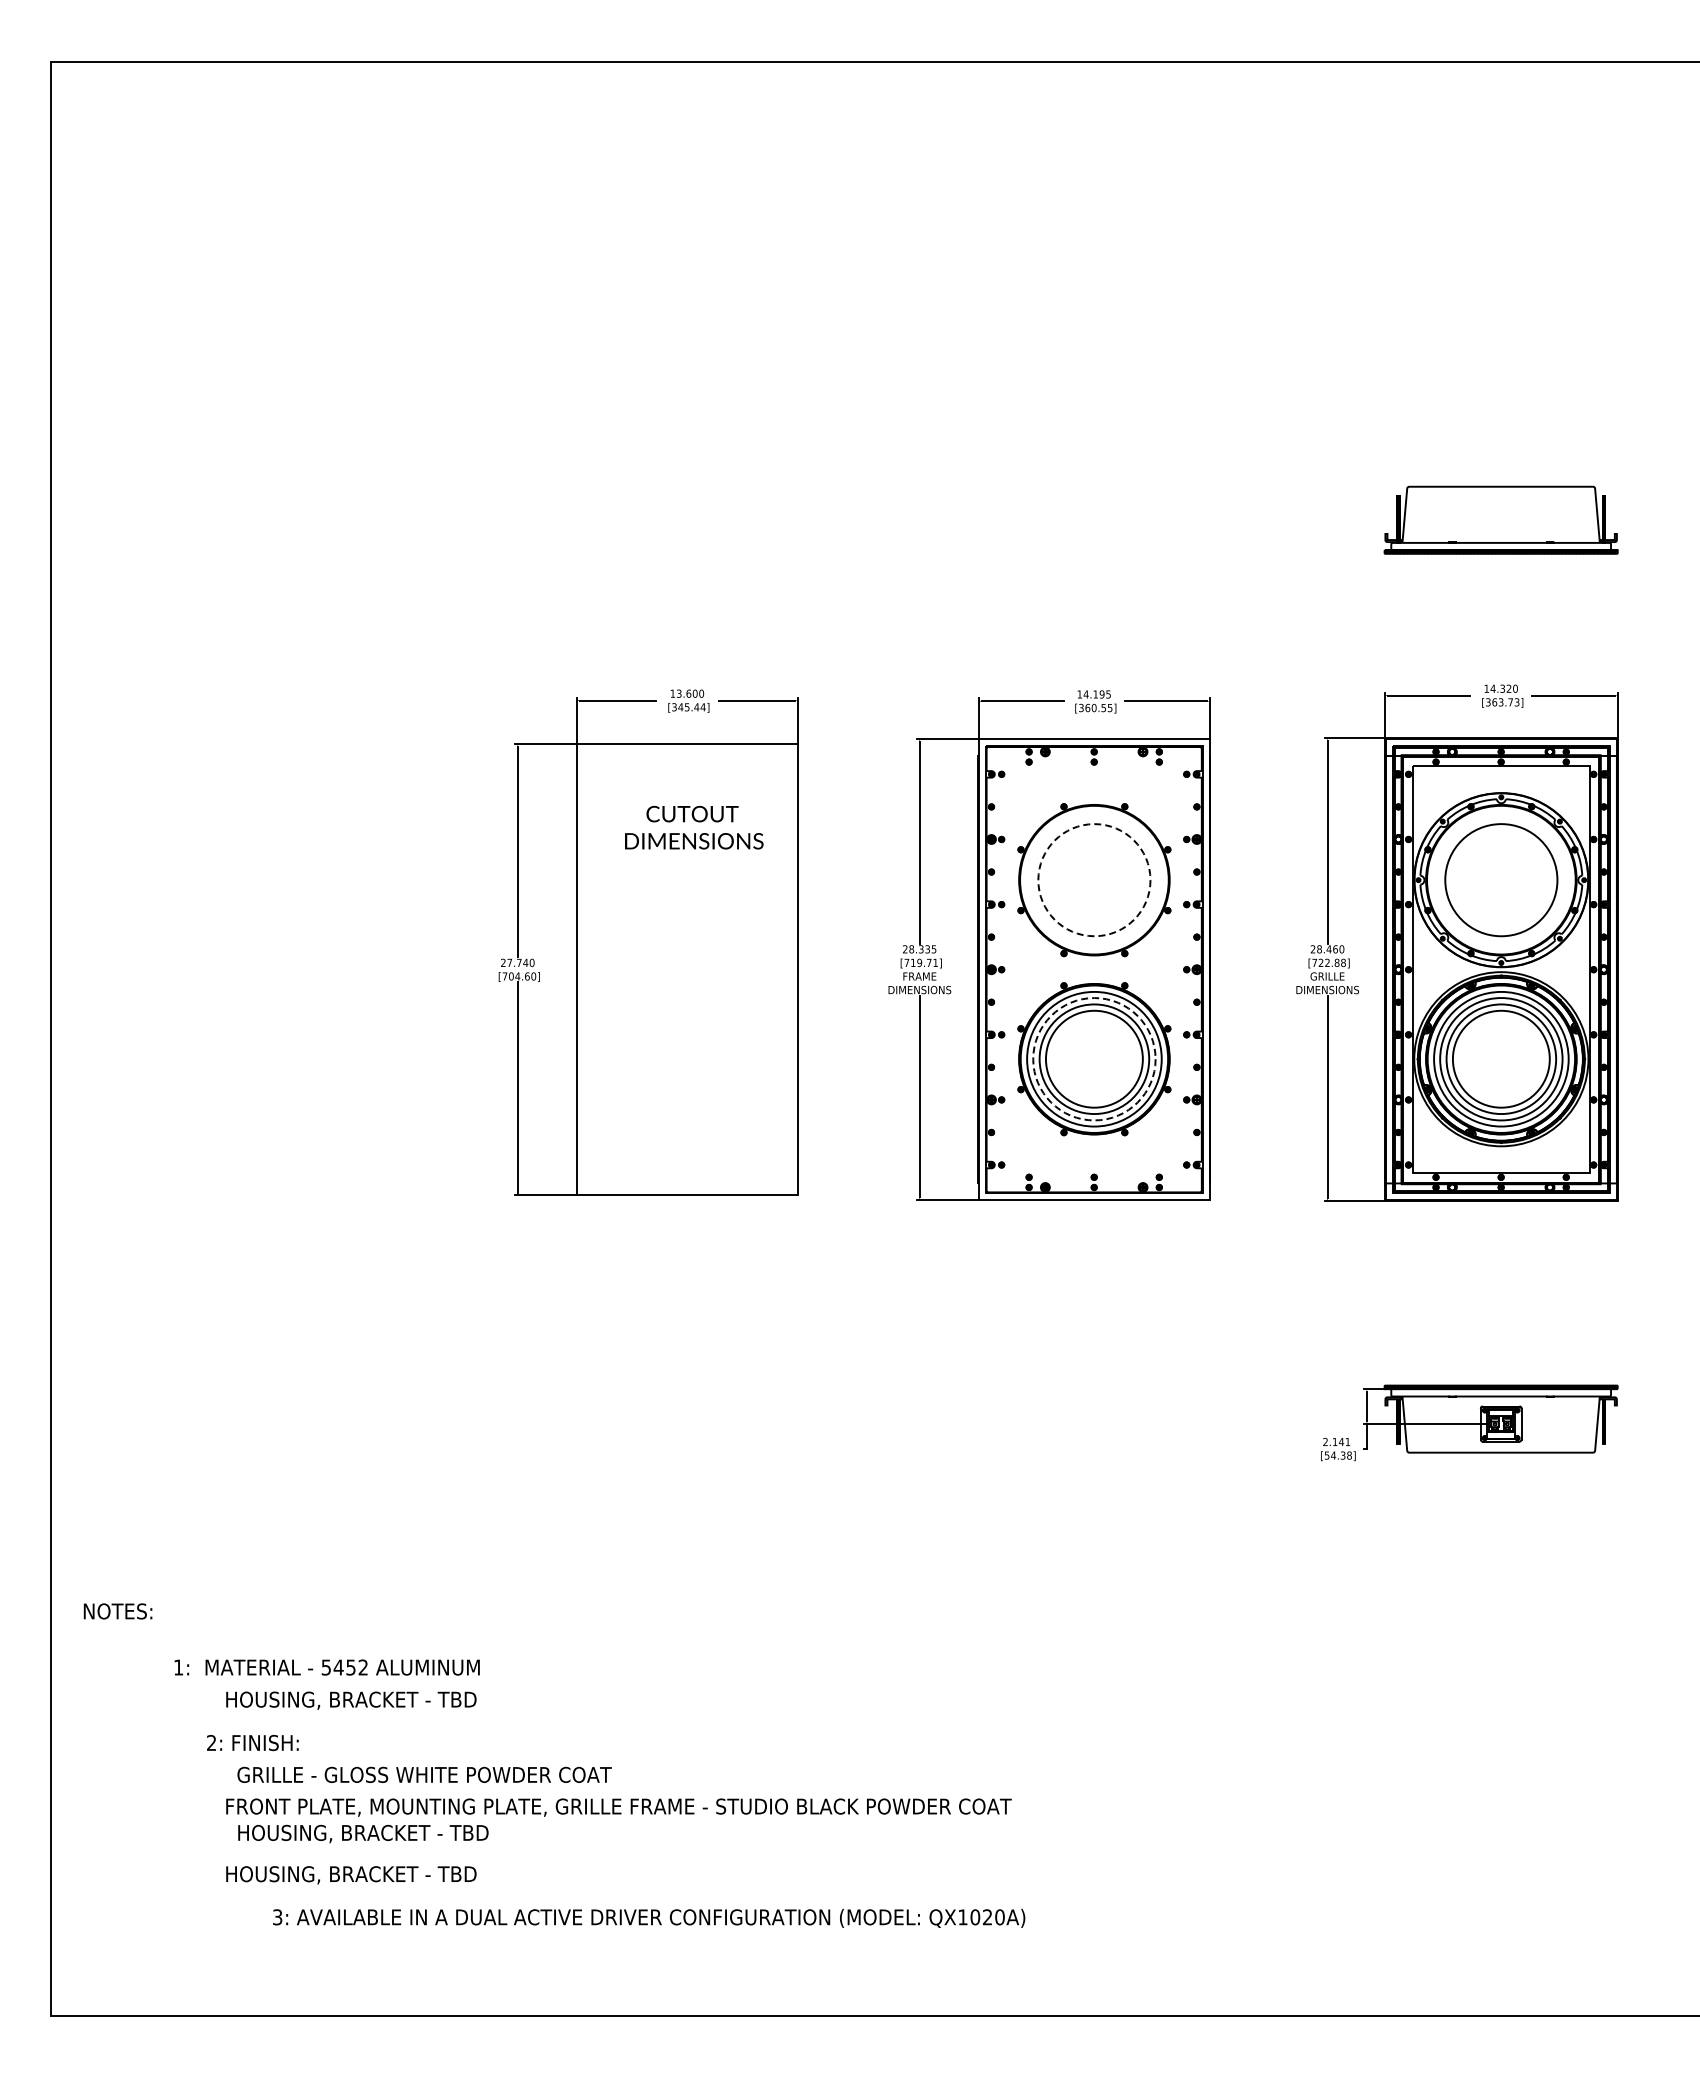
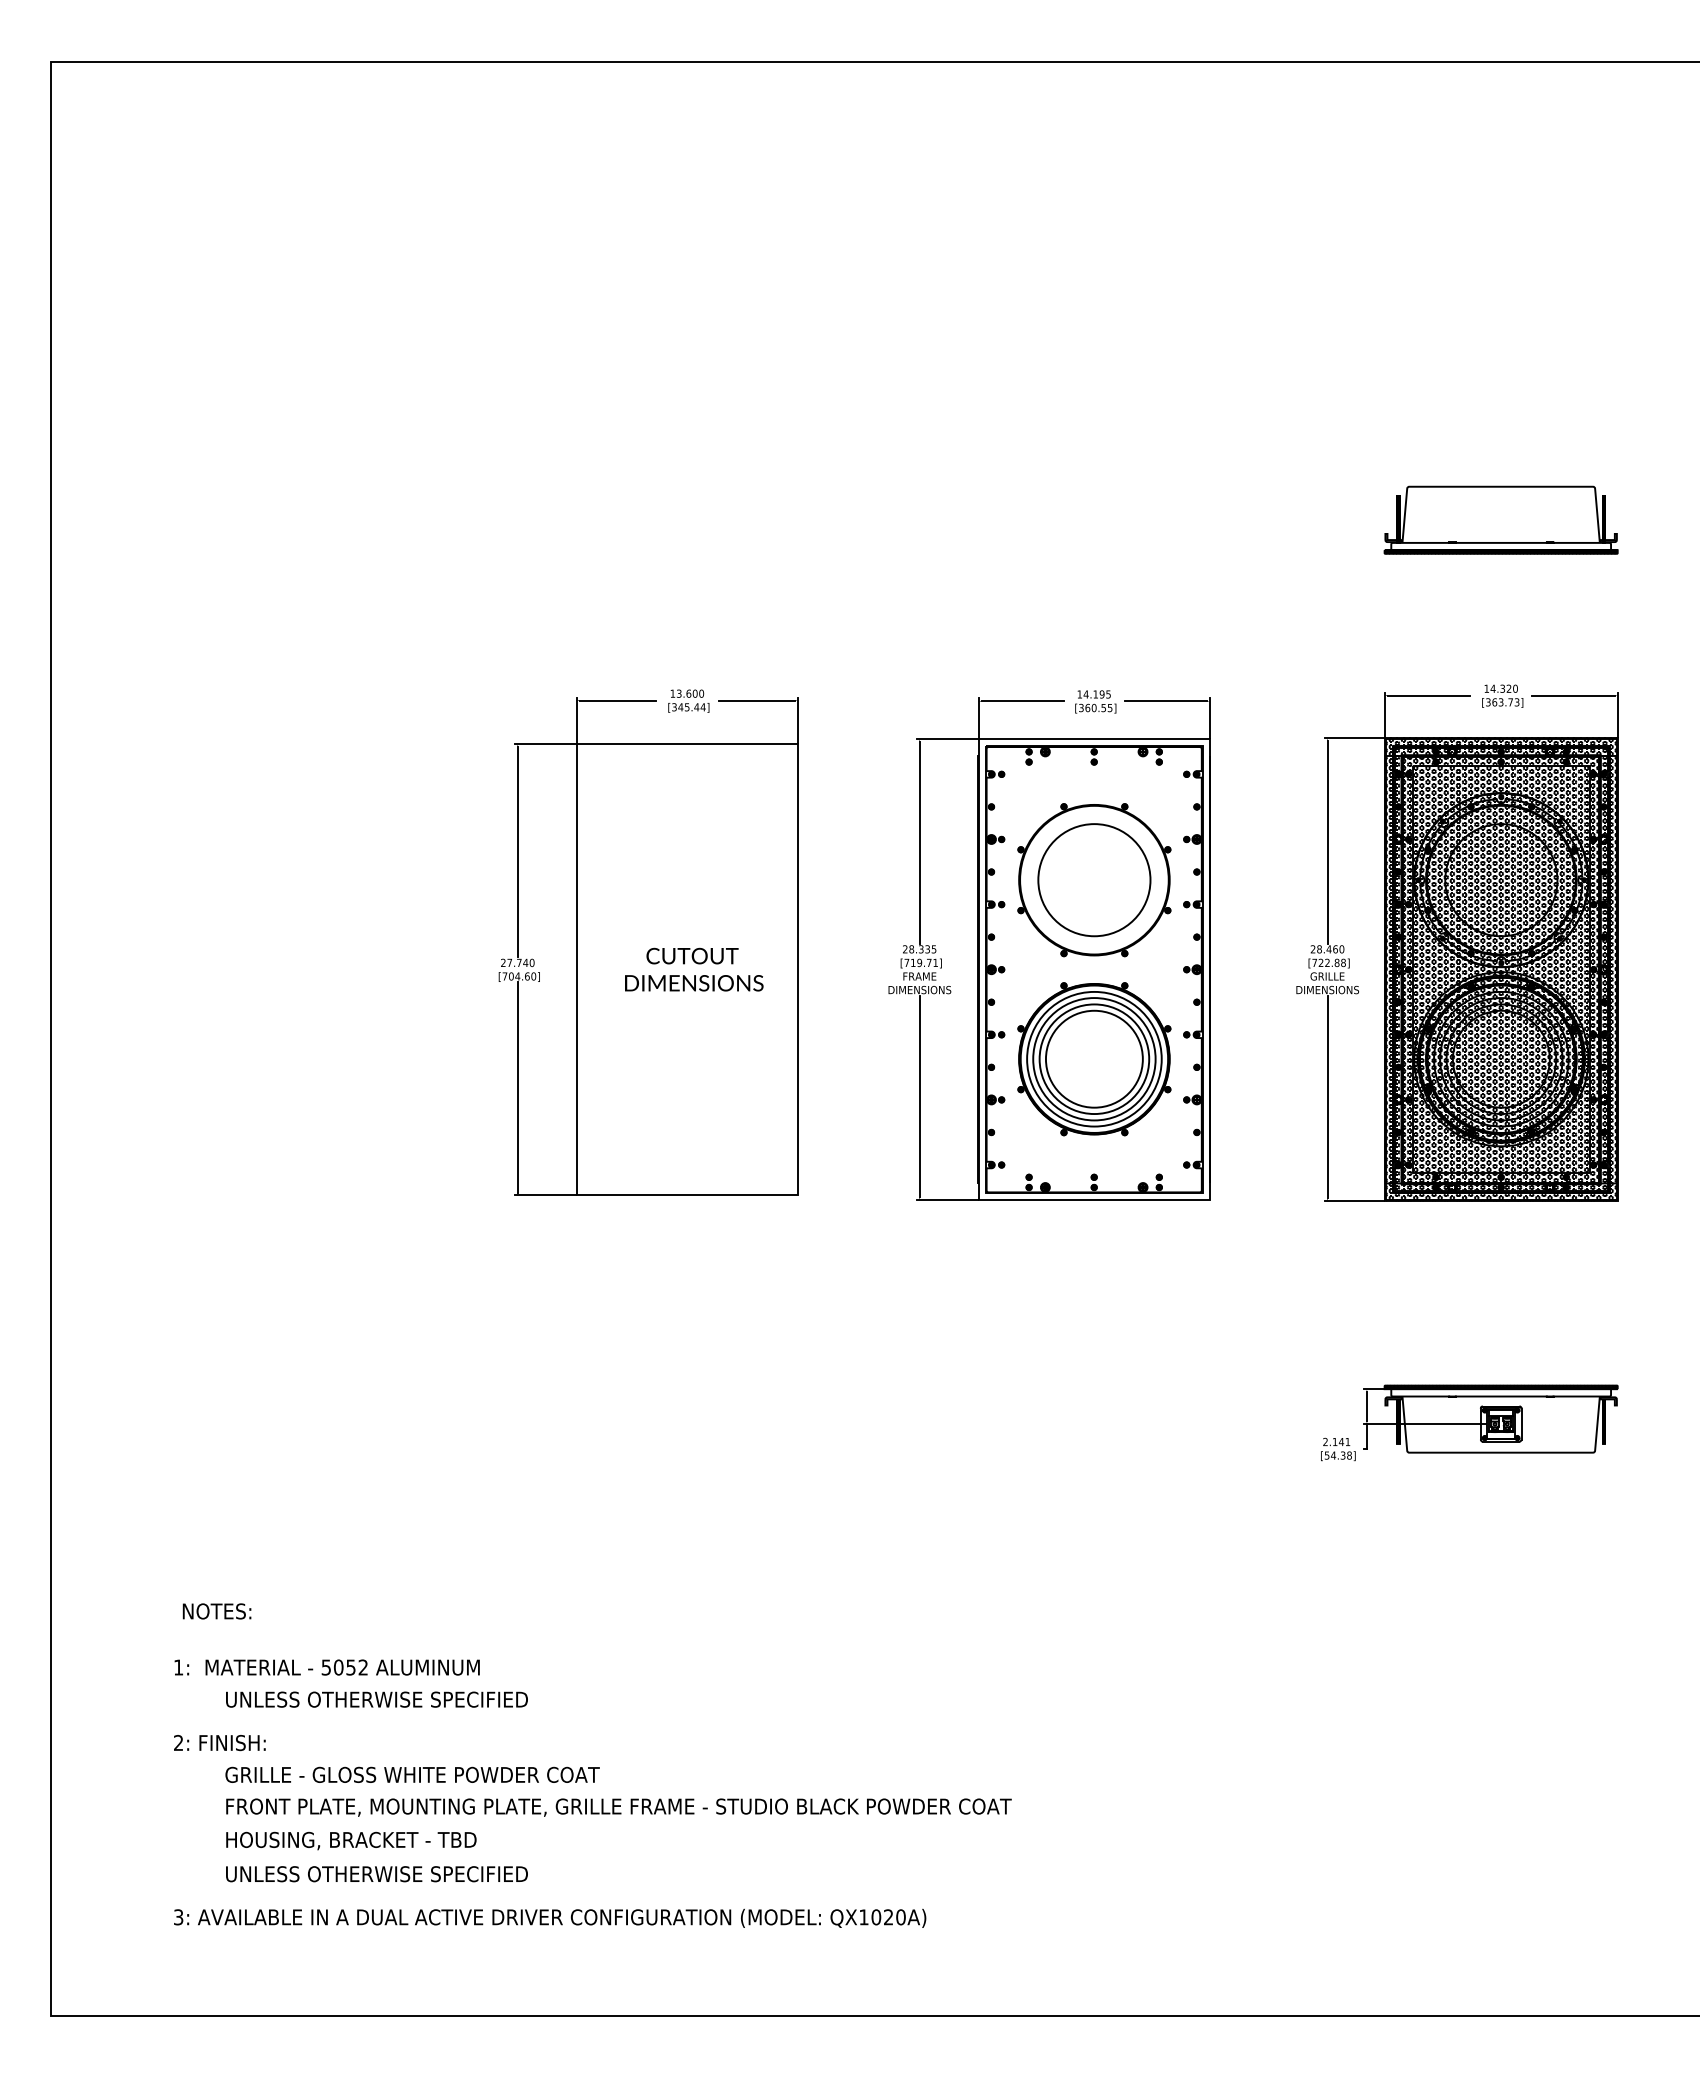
text at (694, 827) position: (694, 827) -> (694, 969)
circle at (1094, 880): dashed -> solid
hatch at (1500, 969): none -> present
circle at (1094, 1059): dashed -> solid
text at (117, 1611) position: (117, 1611) -> (216, 1611)
text at (338, 1667): 5452 -> 5052
text at (376, 1700): HOUSING, BRACKET - TBD -> UNLESS OTHERWISE SPECIFIED
text at (252, 1743) position: (252, 1743) -> (219, 1743)
text at (424, 1774) position: (424, 1774) -> (412, 1774)
text at (363, 1833) position: (363, 1833) -> (351, 1840)
text at (376, 1875): HOUSING, BRACKET - TBD -> UNLESS OTHERWISE SPECIFIED
text at (649, 1917) position: (649, 1917) -> (550, 1917)
